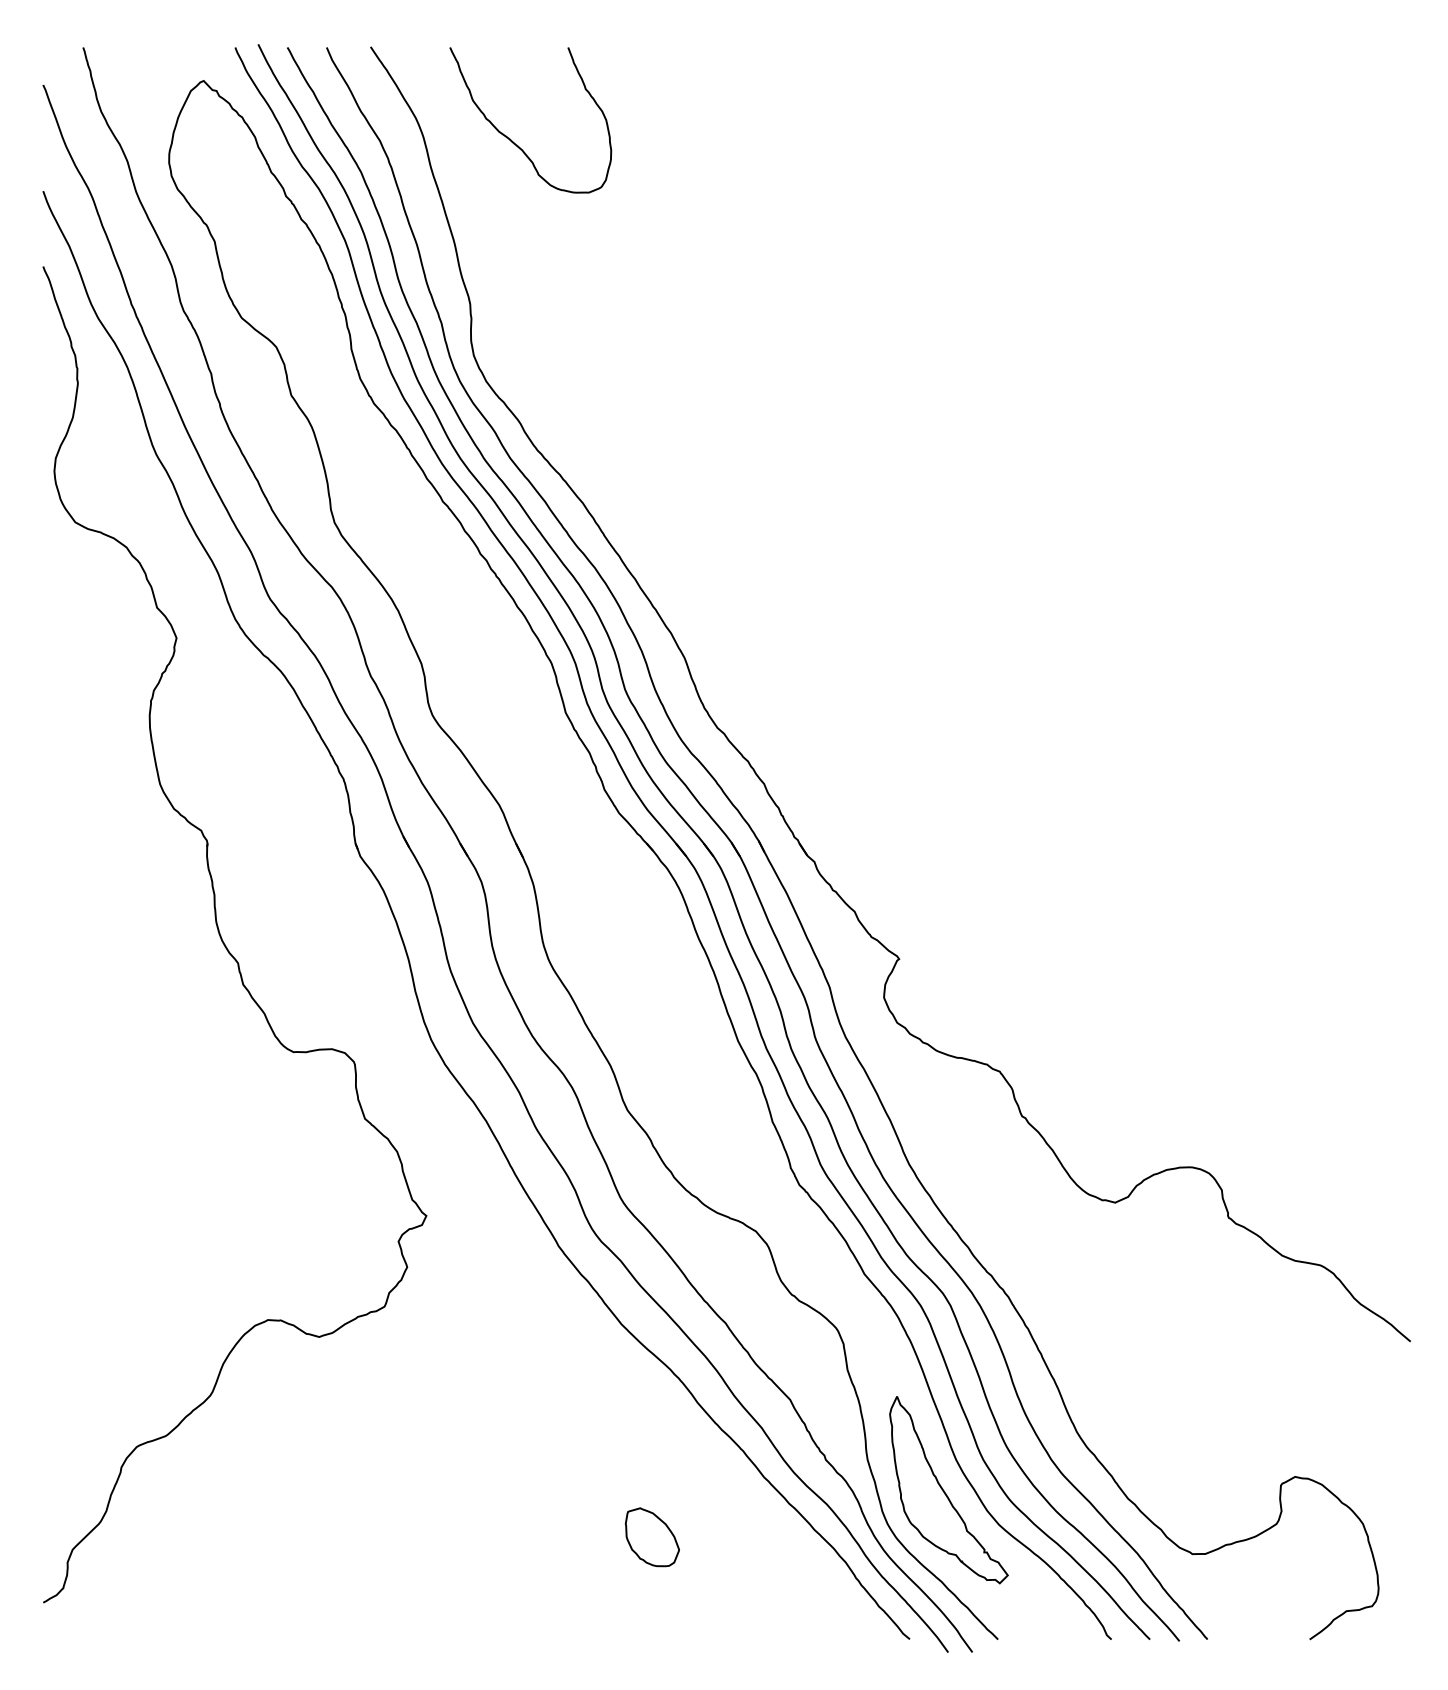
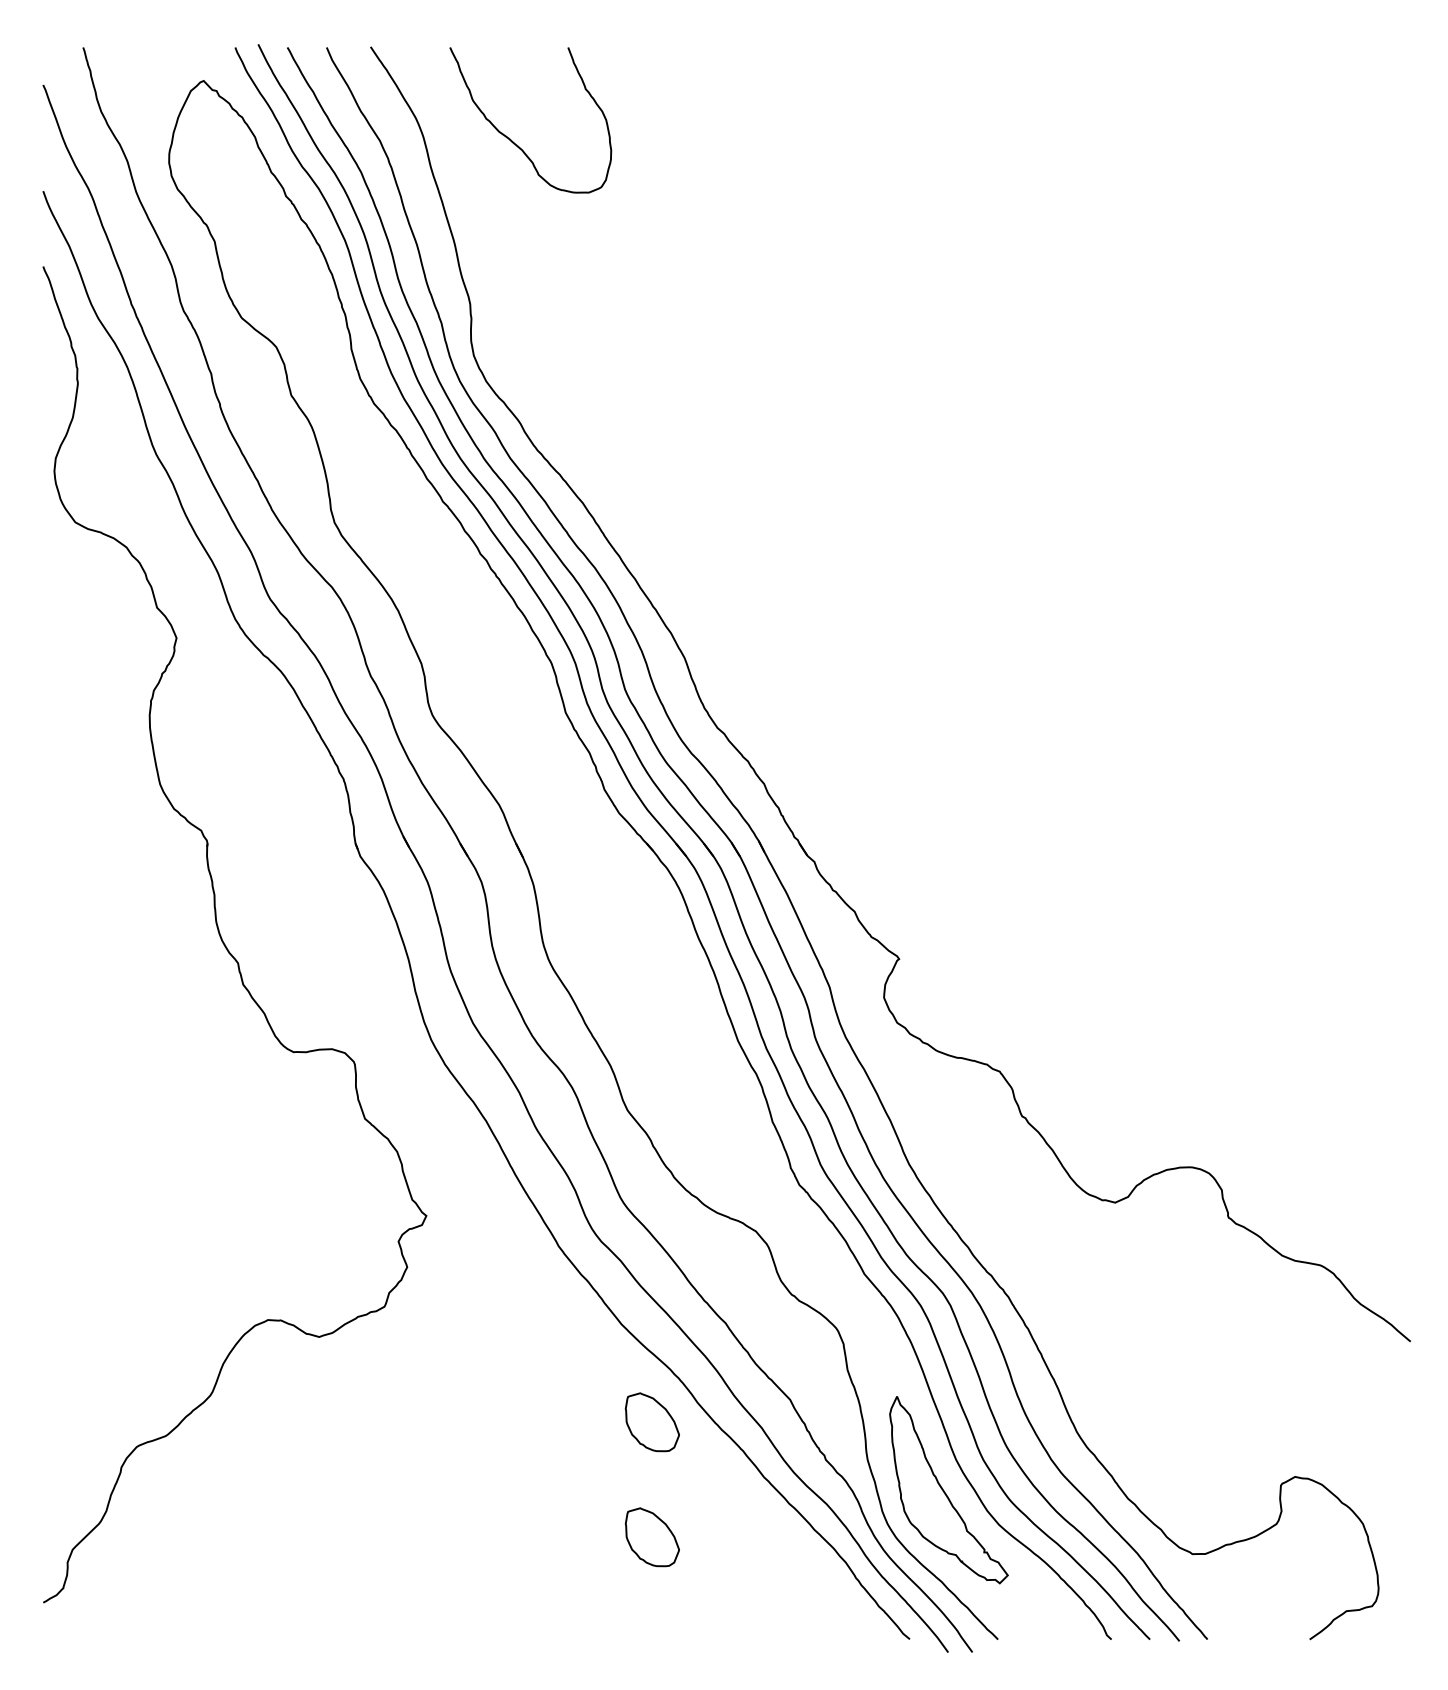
part at (651, 1422): none -> present
